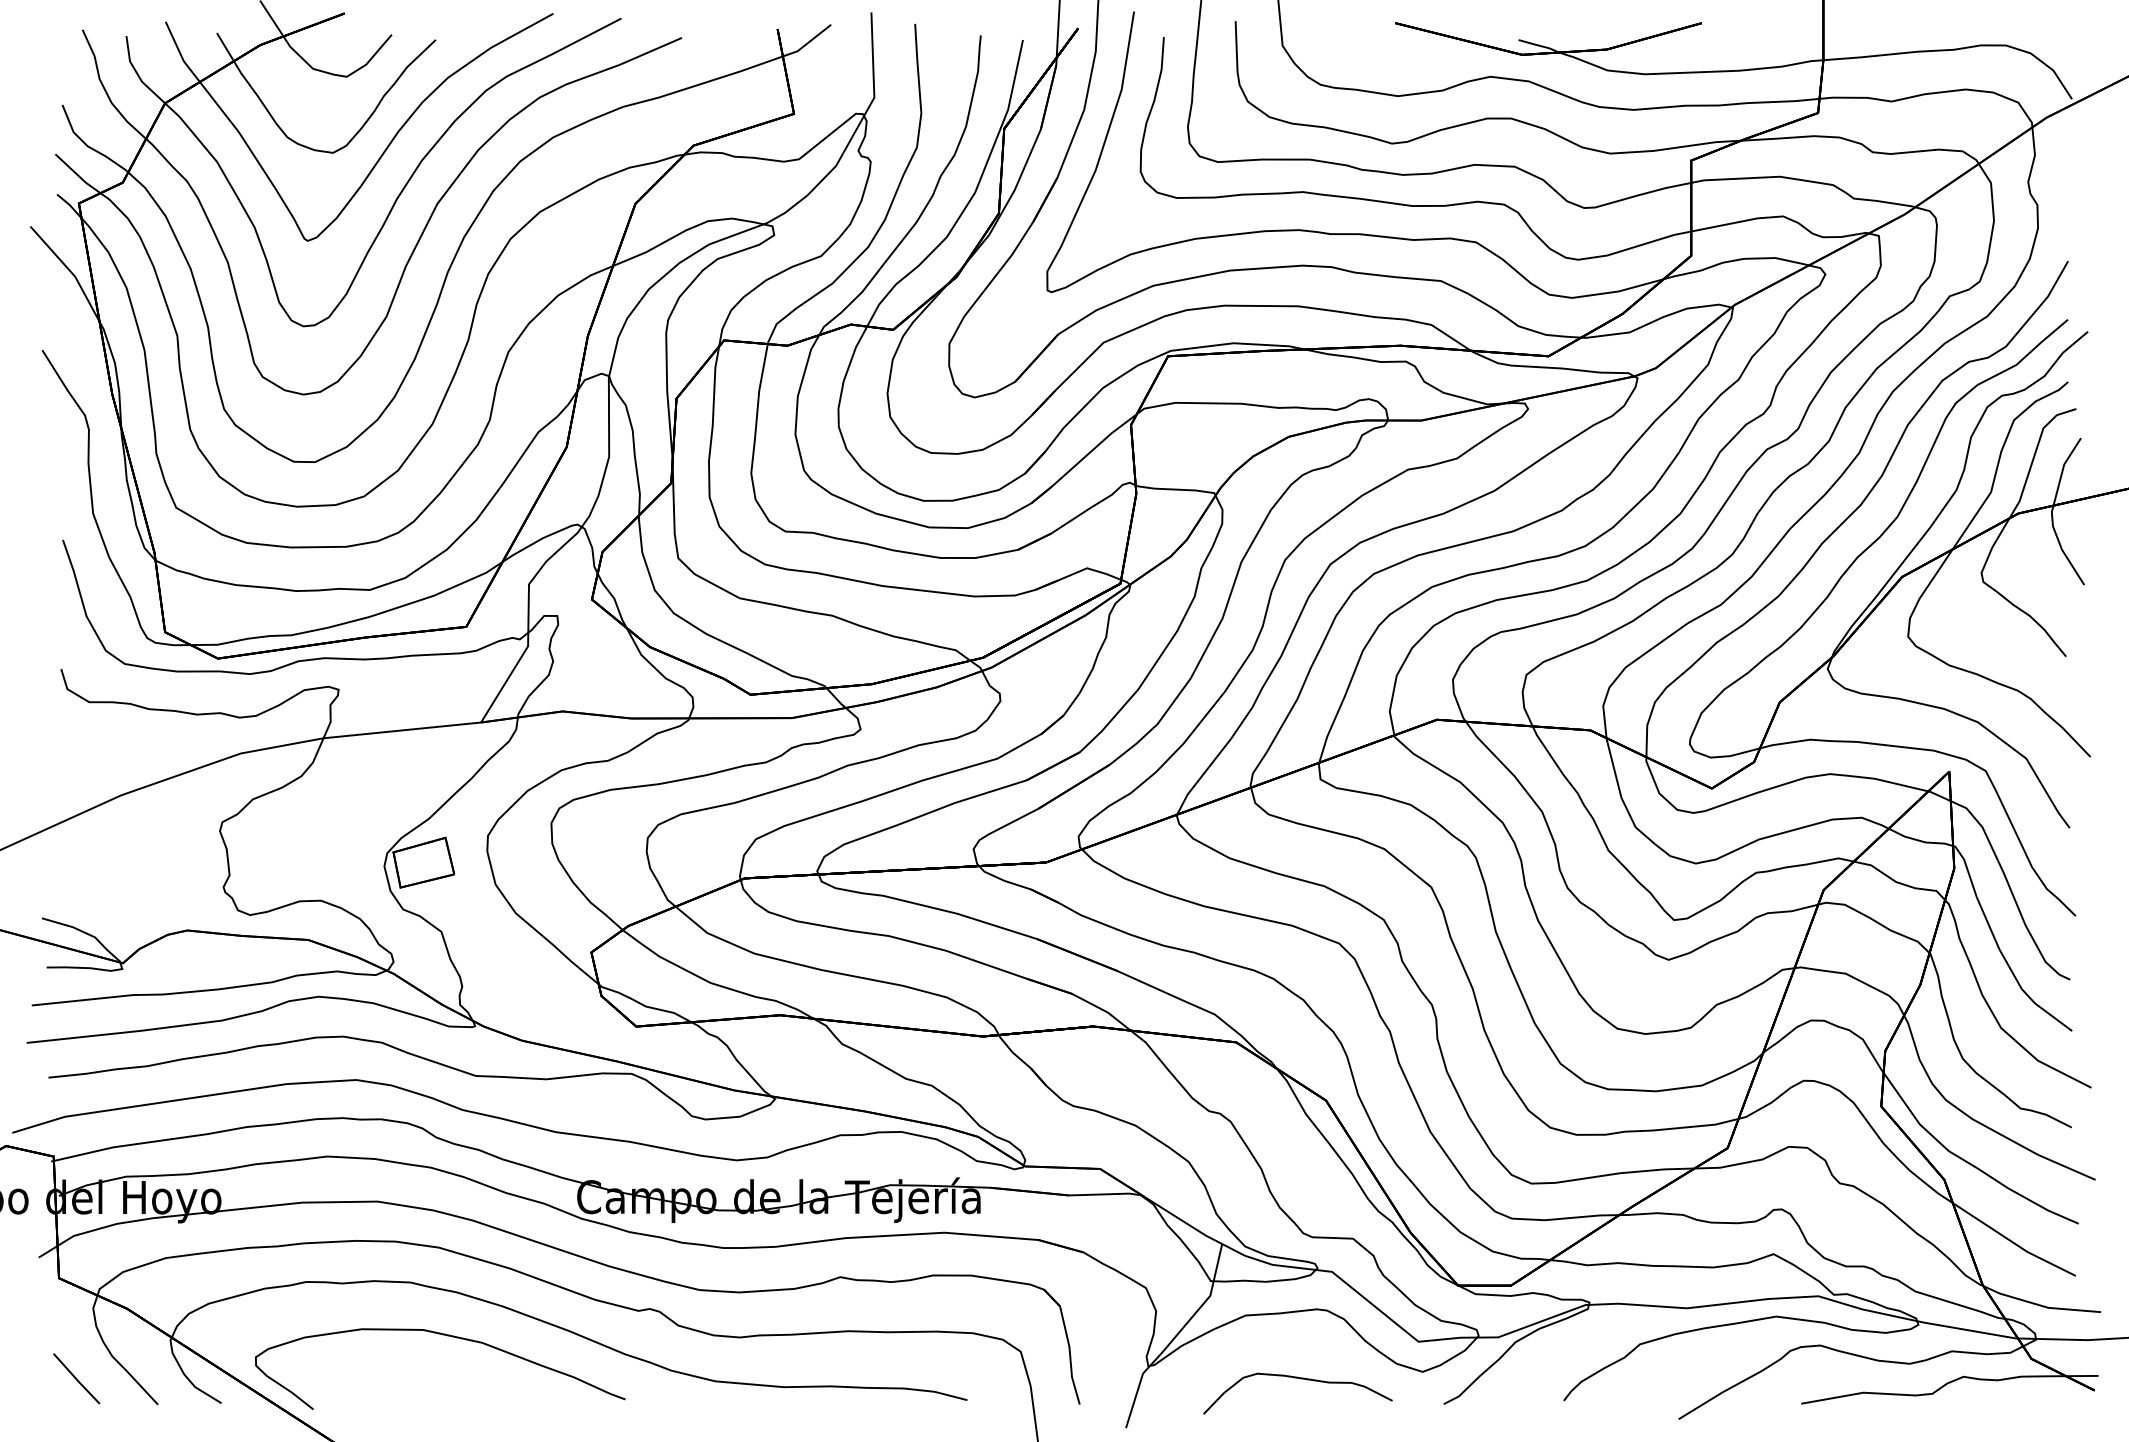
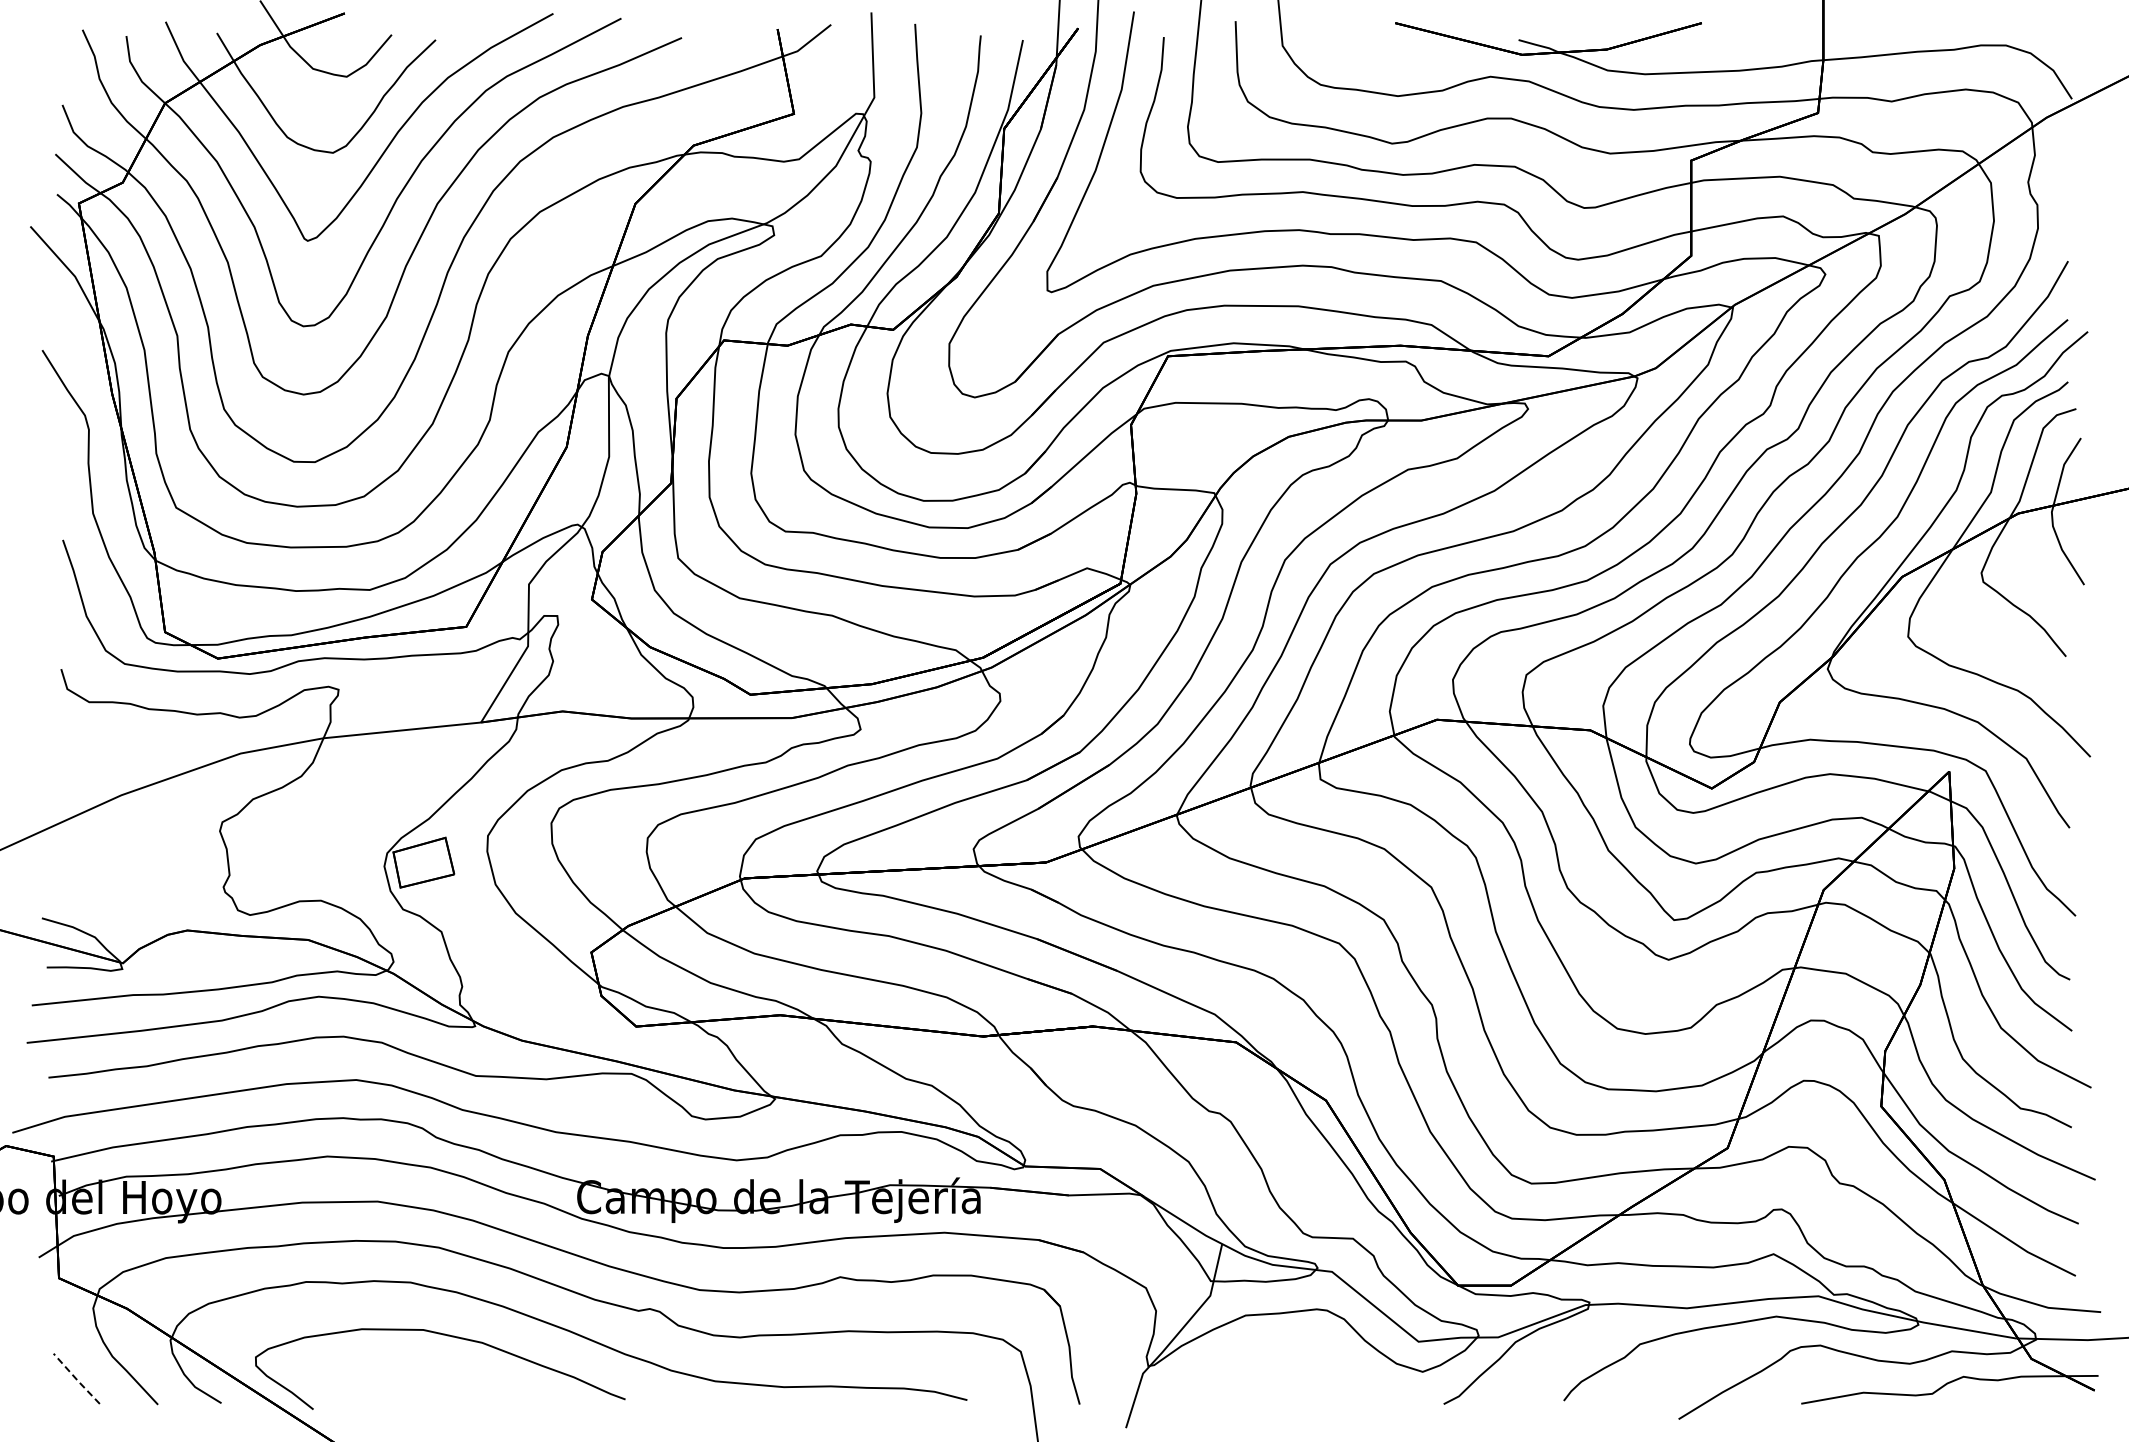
line at (76, 1379): solid -> dashed
curve at (1300, 1379): present -> none
